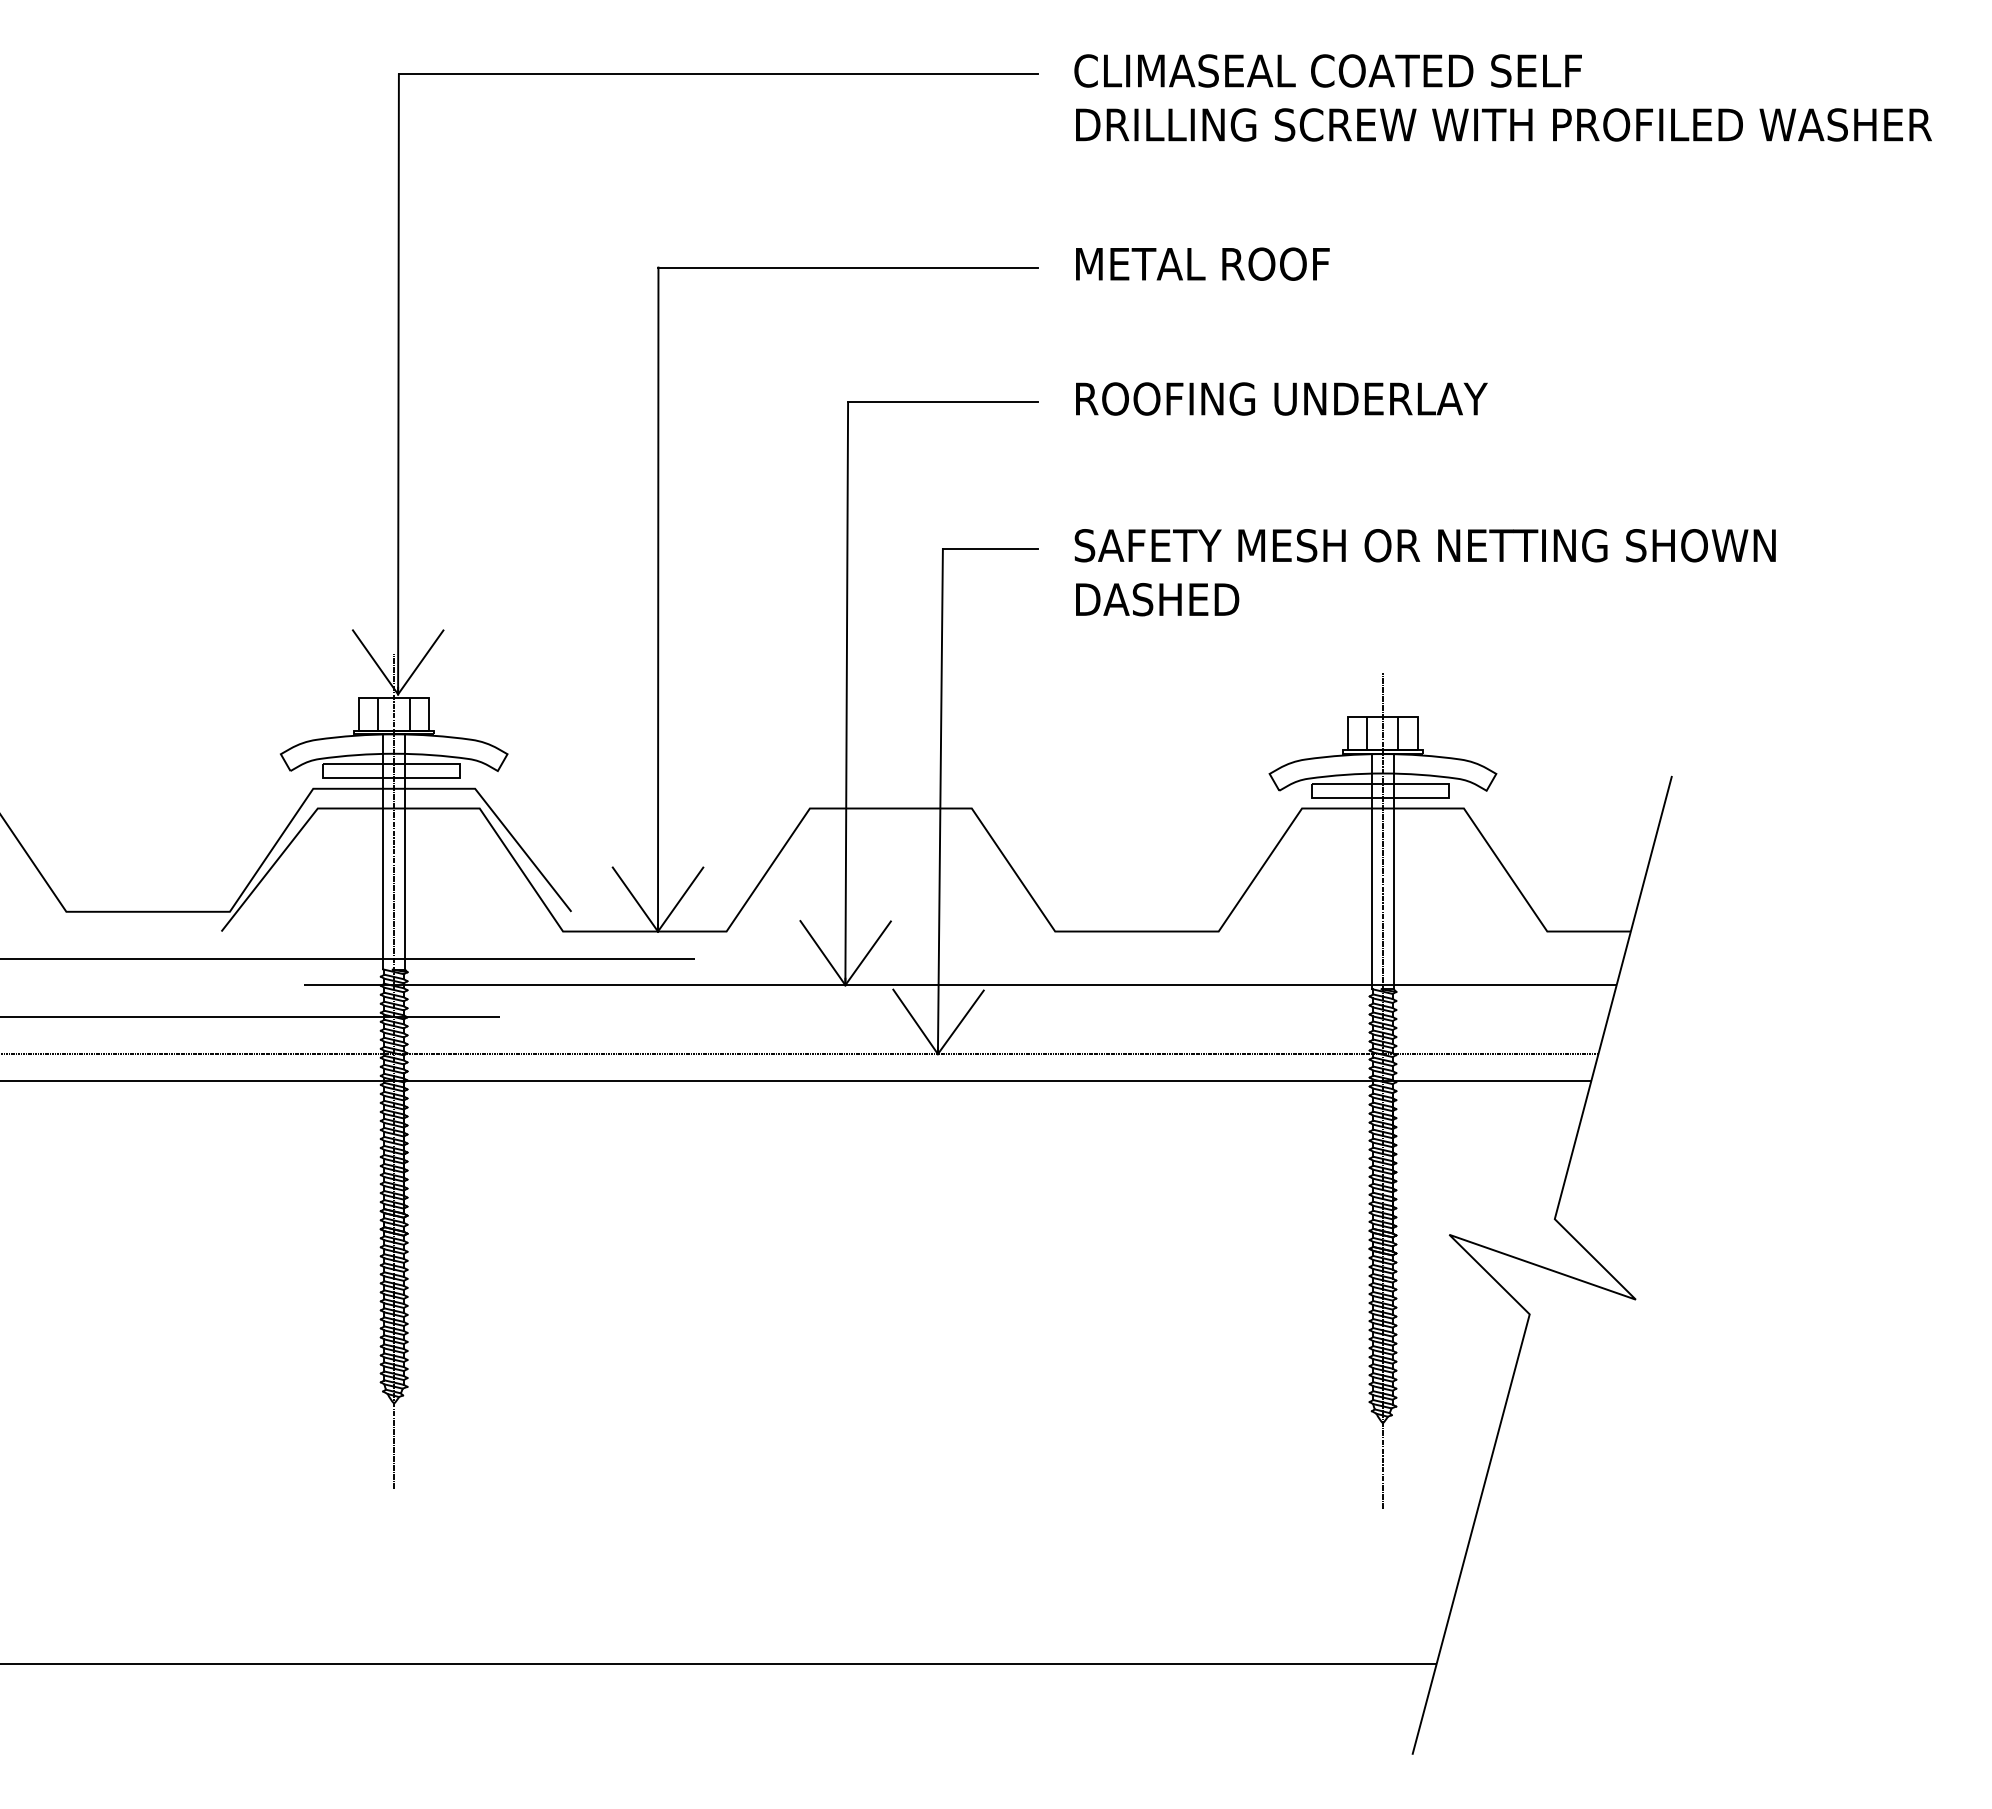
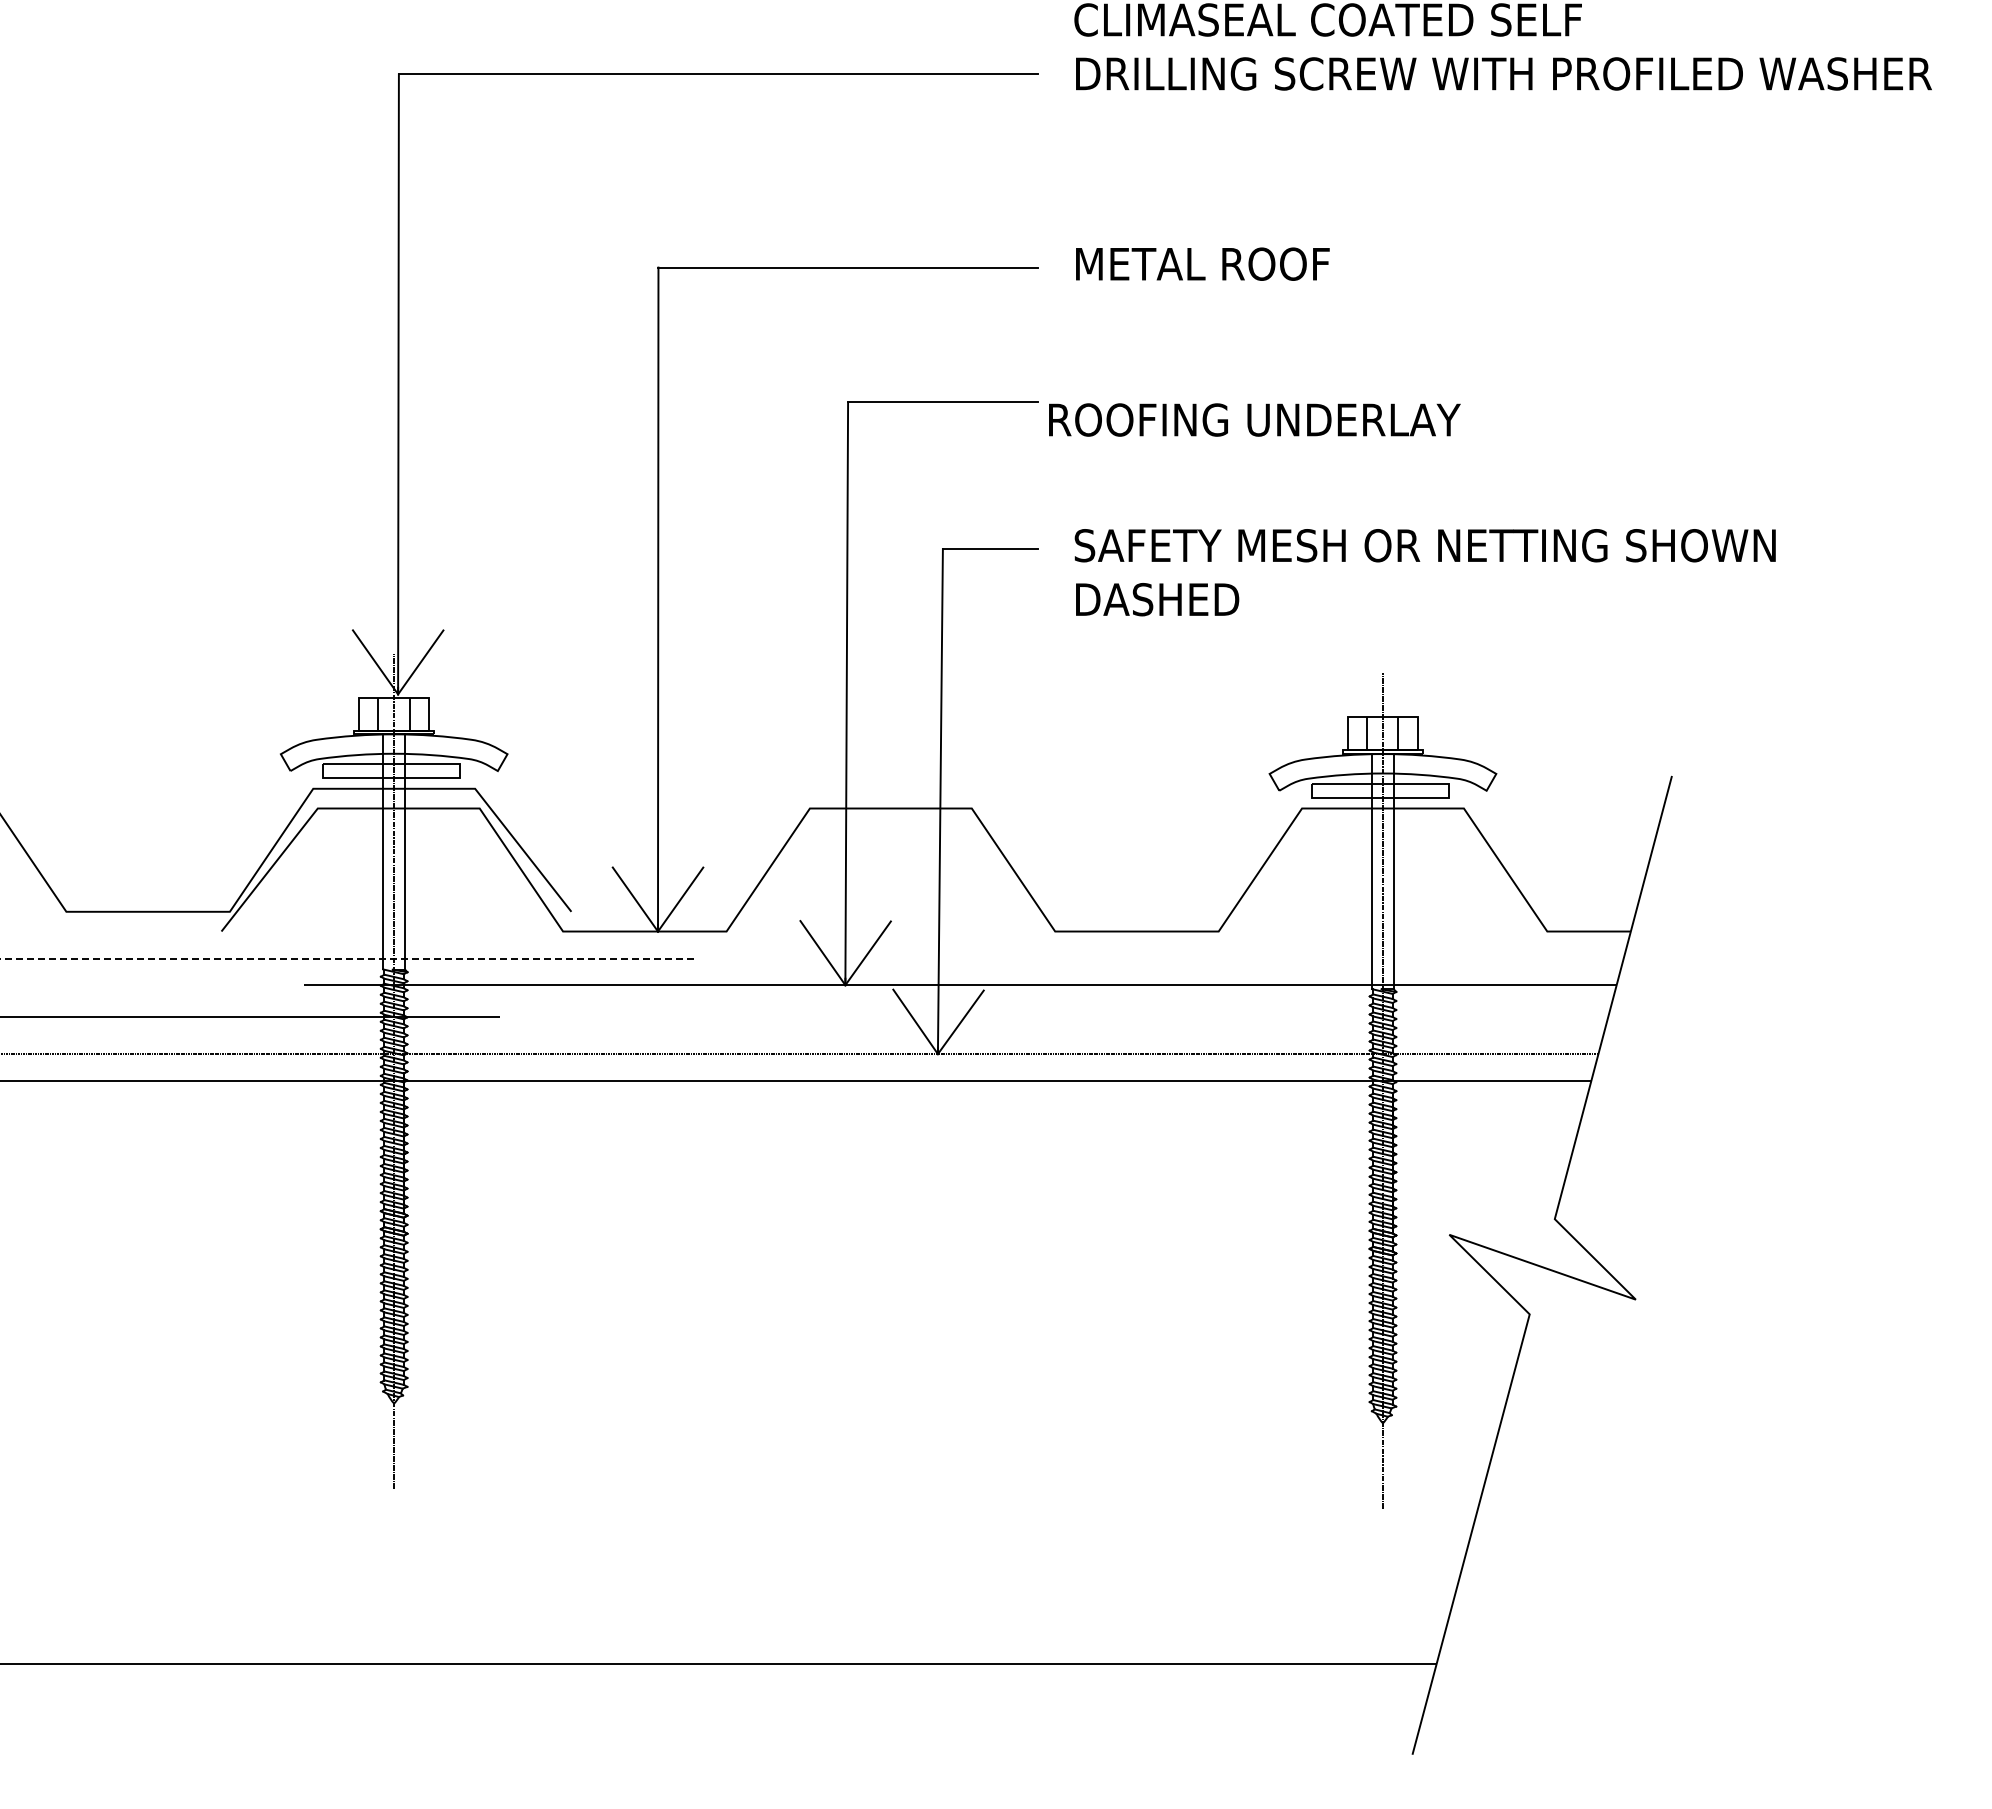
text at (1502, 97) position: (1502, 97) -> (1502, 46)
text at (1281, 398) position: (1281, 398) -> (1254, 419)
line at (347, 958): solid -> dashed
